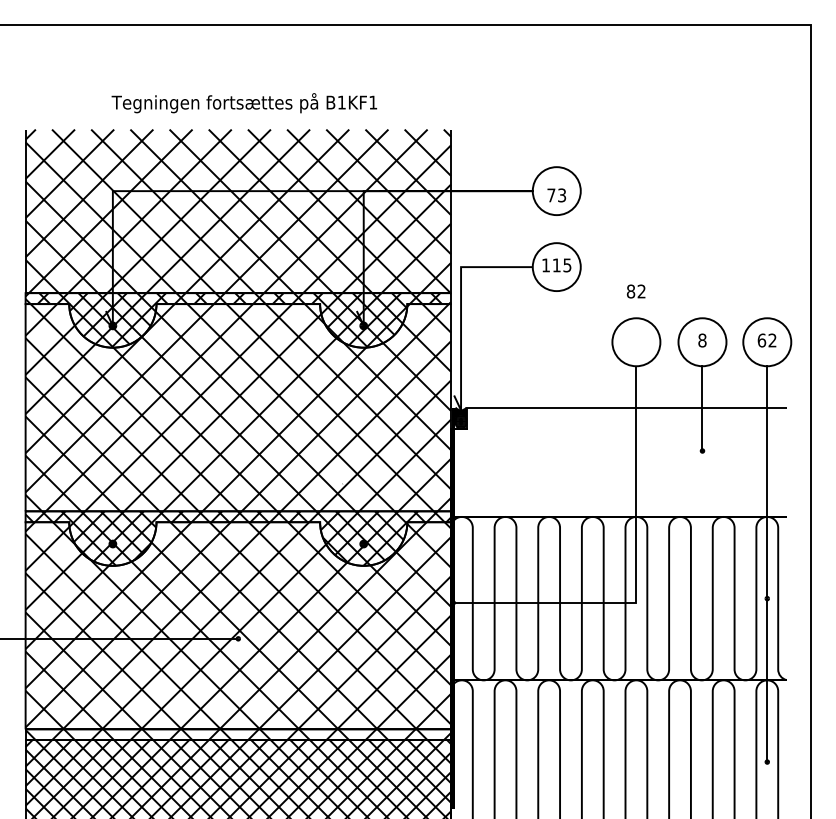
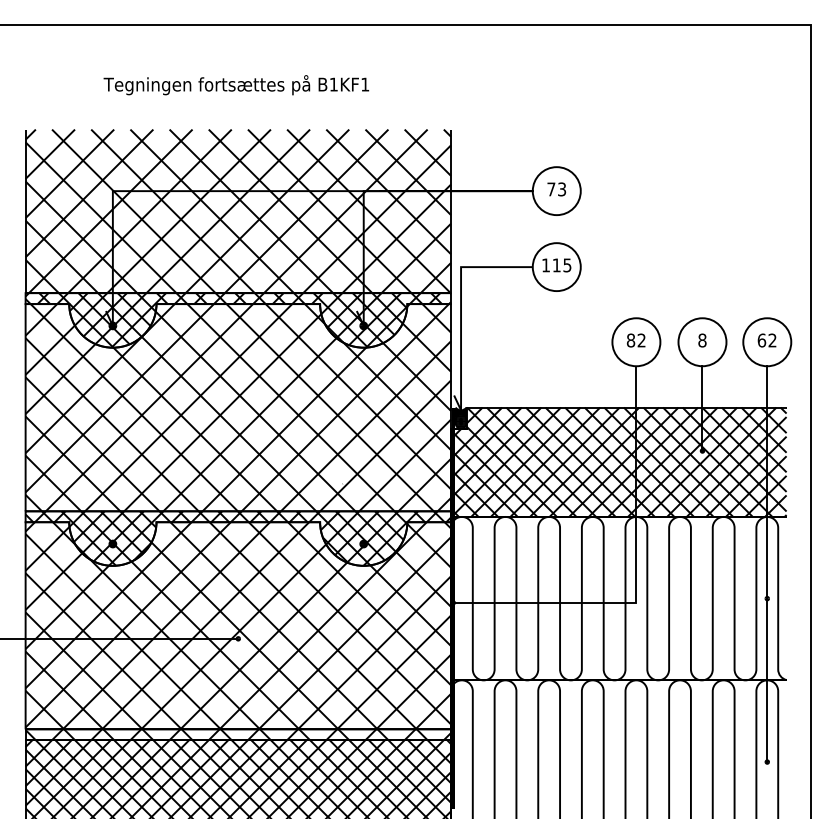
text at (244, 103) position: (244, 103) -> (236, 85)
text at (556, 195) position: (556, 195) -> (556, 189)
text at (636, 291) position: (636, 291) -> (636, 340)
hatch at (619, 461): none -> present
